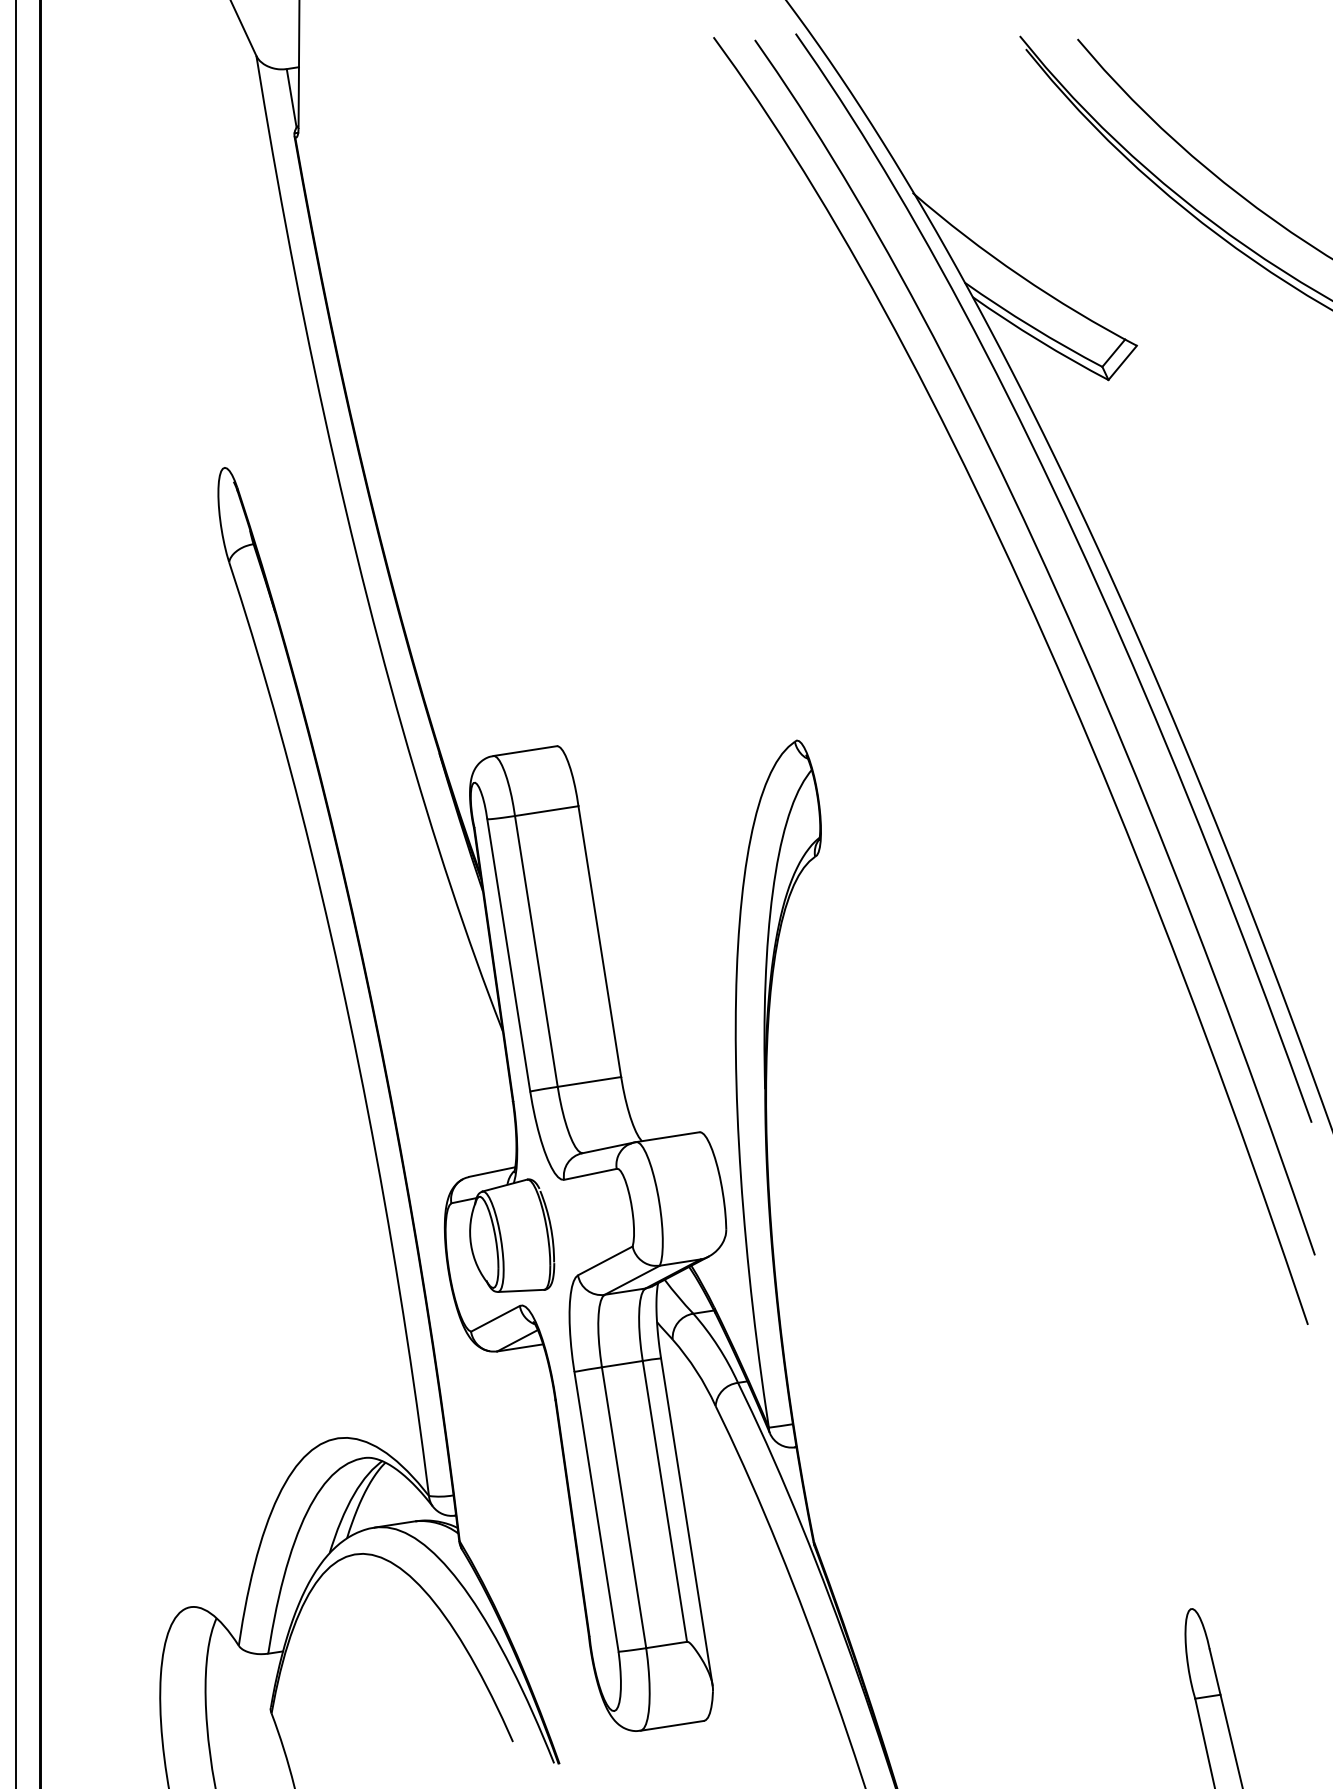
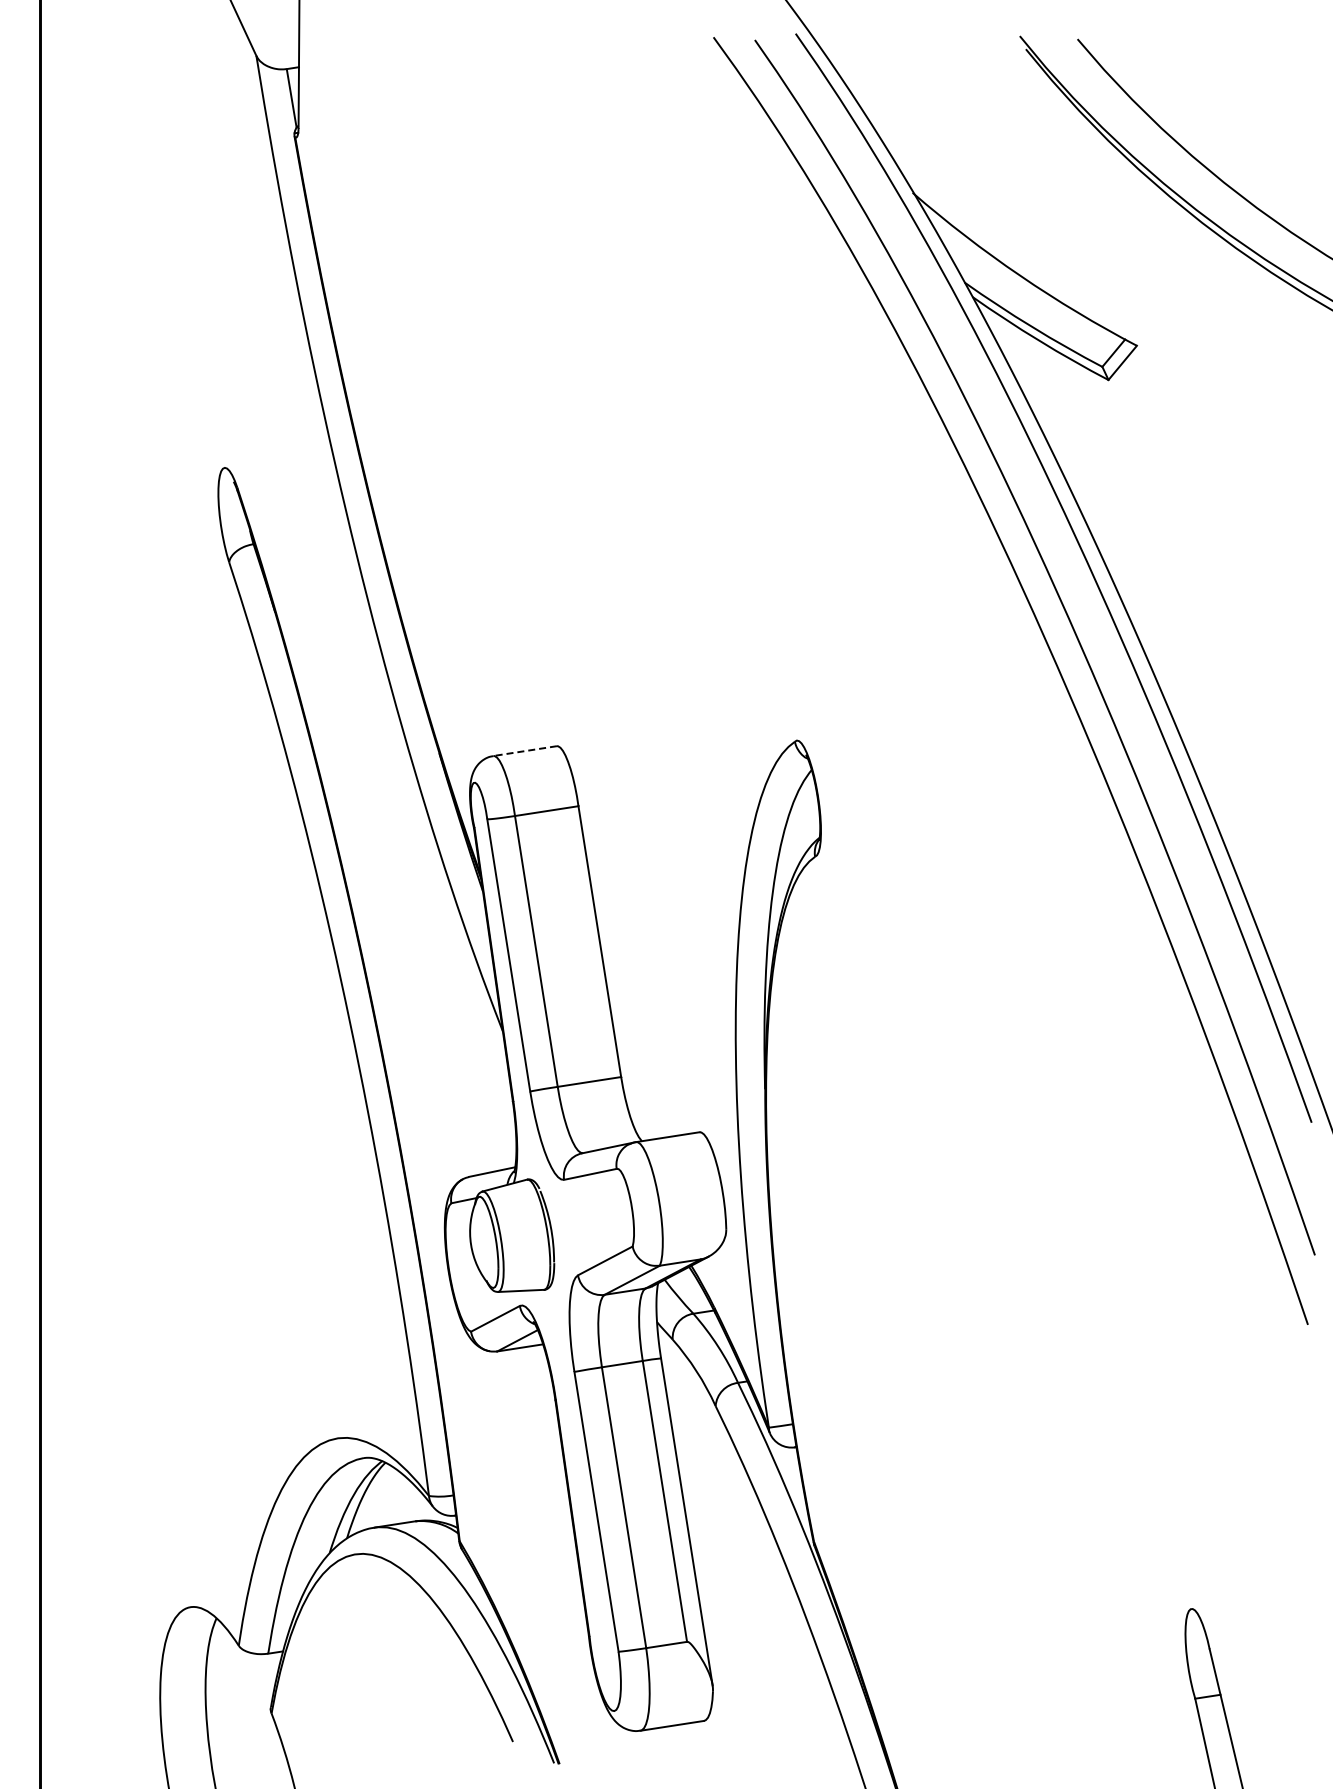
line at (524, 751): solid -> dashed
line at (15, 893): present -> none
